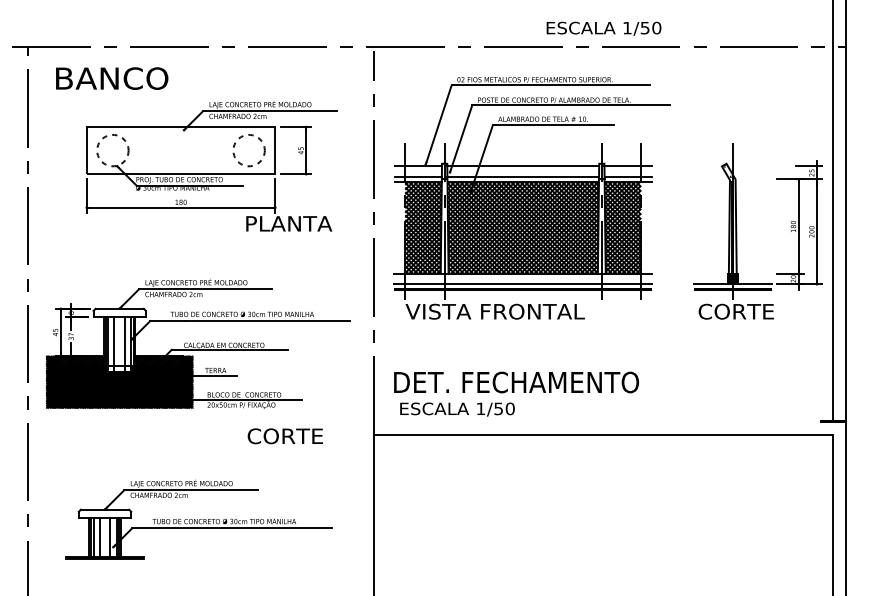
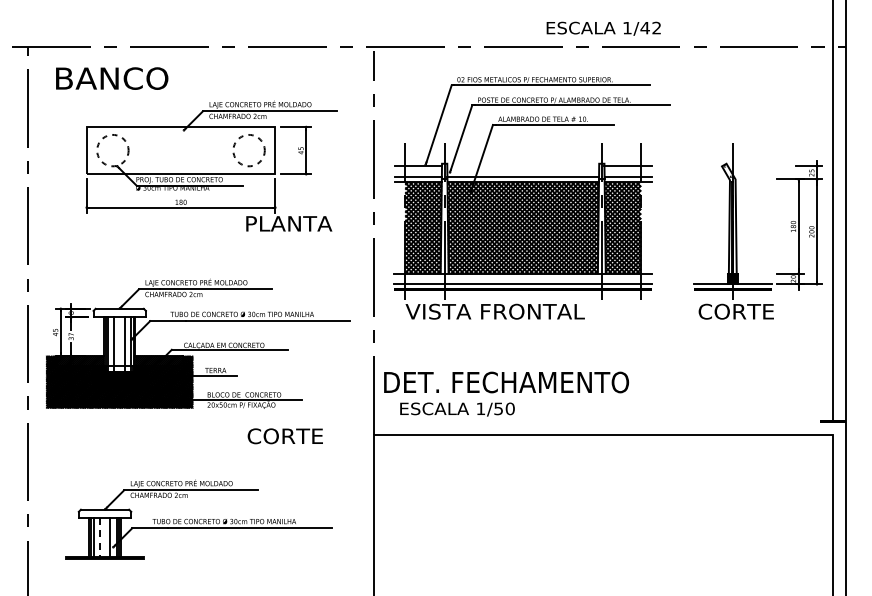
text at (650, 27): 1/50 -> 1/42
line at (523, 166): present -> none
text at (516, 382) position: (516, 382) -> (506, 382)
line at (99, 537): solid -> dashed
